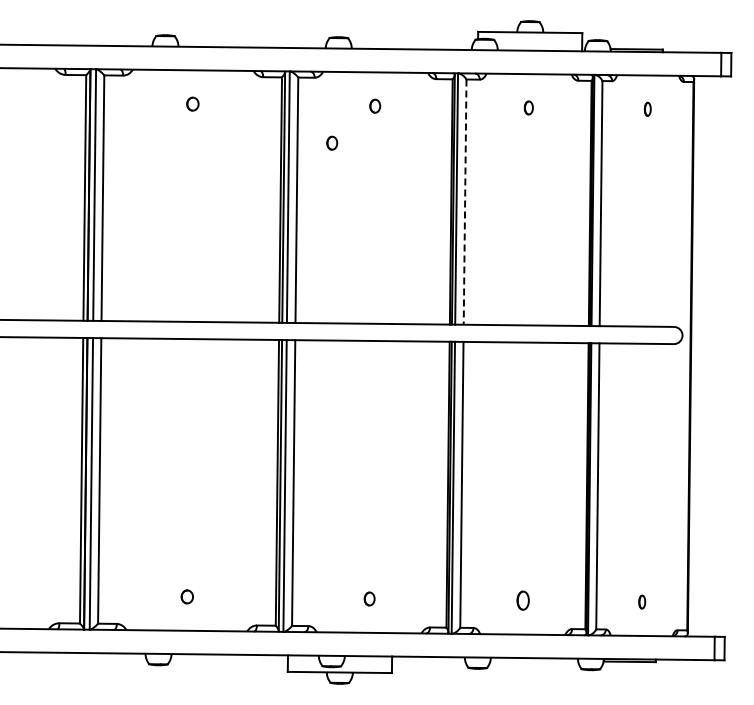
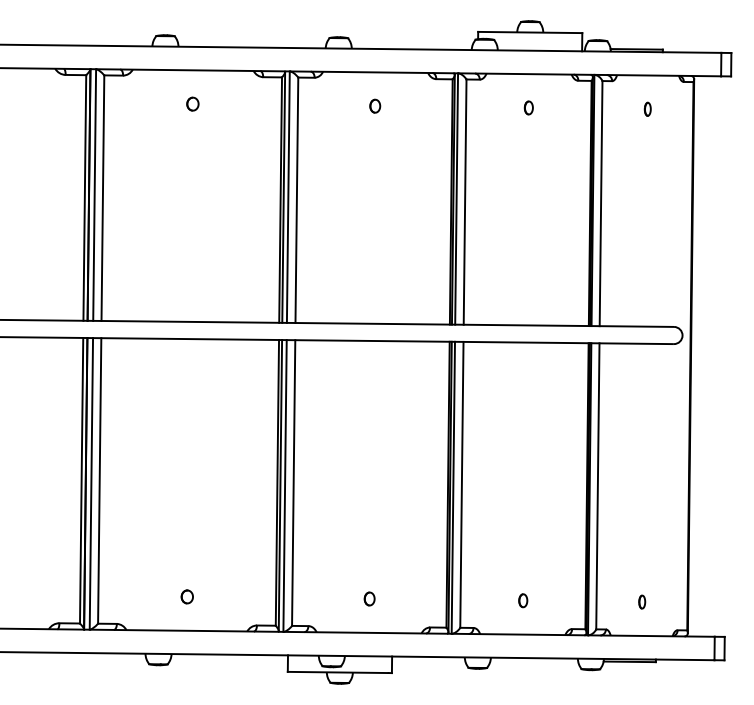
part at (332, 142): present -> none
line at (465, 202): dashed -> solid
part at (522, 600) size: 14x21 px -> 11x16 px
